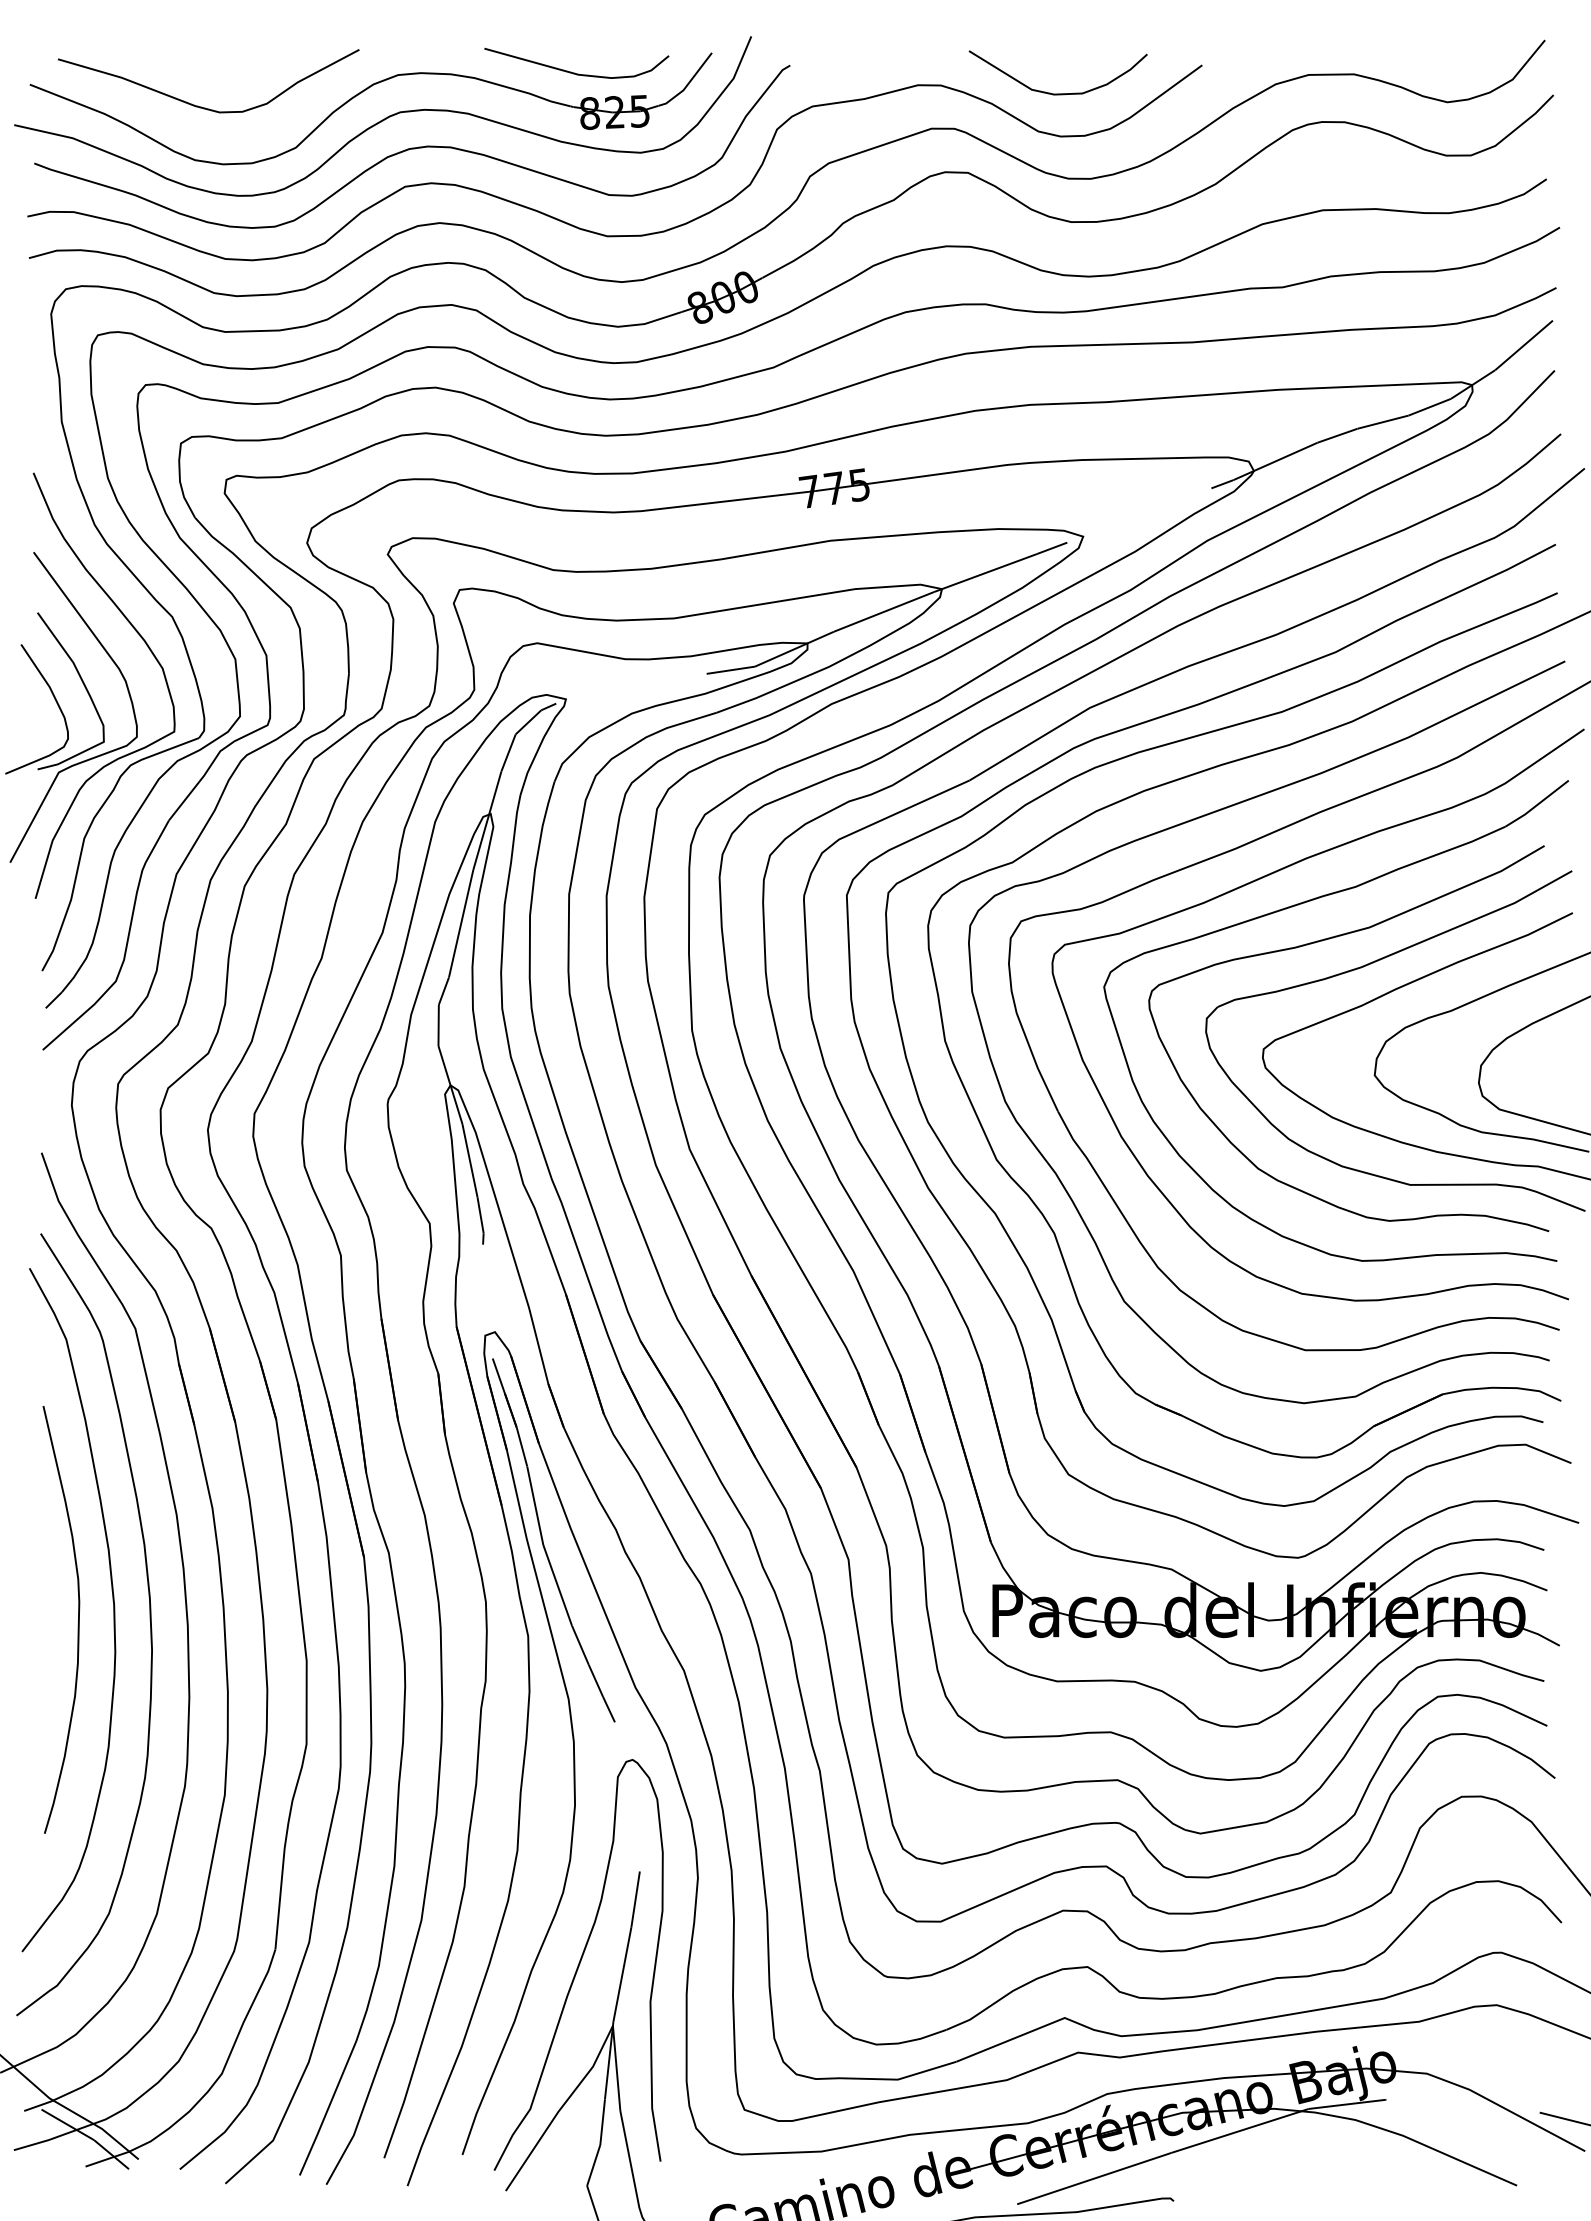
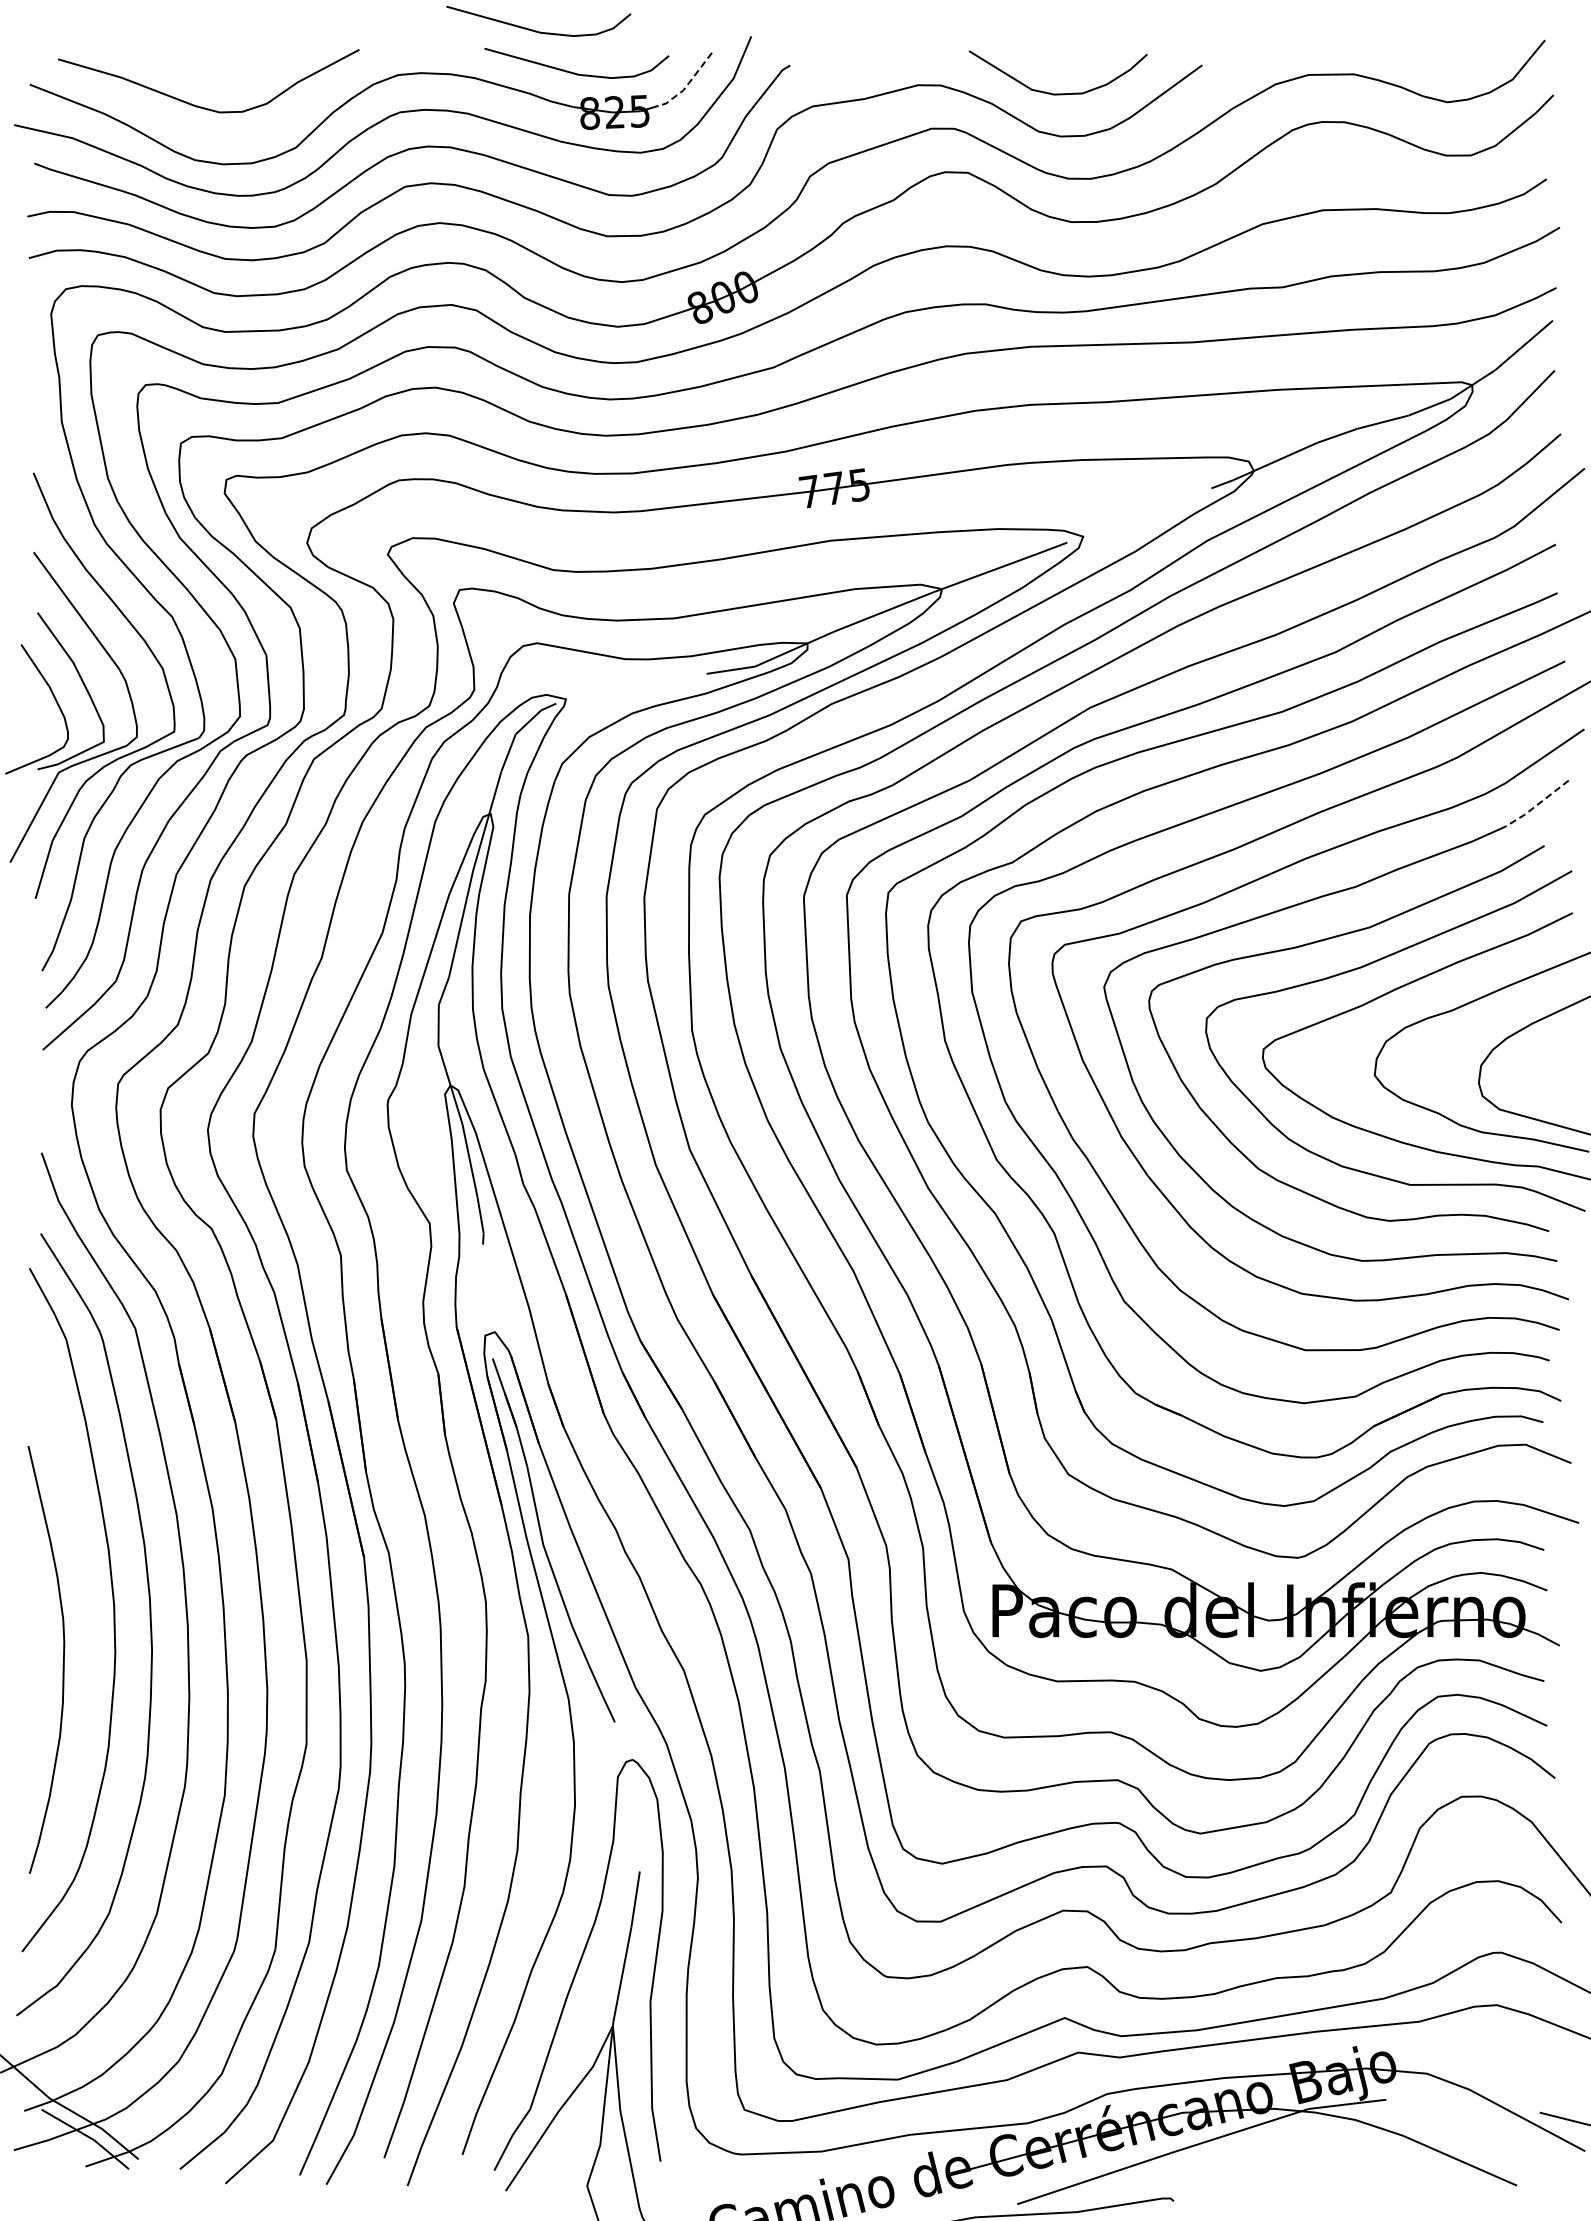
curve at (536, 30): none -> present
line at (688, 84): solid -> dashed
line at (1537, 804): solid -> dashed
curve at (77, 1623) position: (77, 1623) -> (62, 1663)
